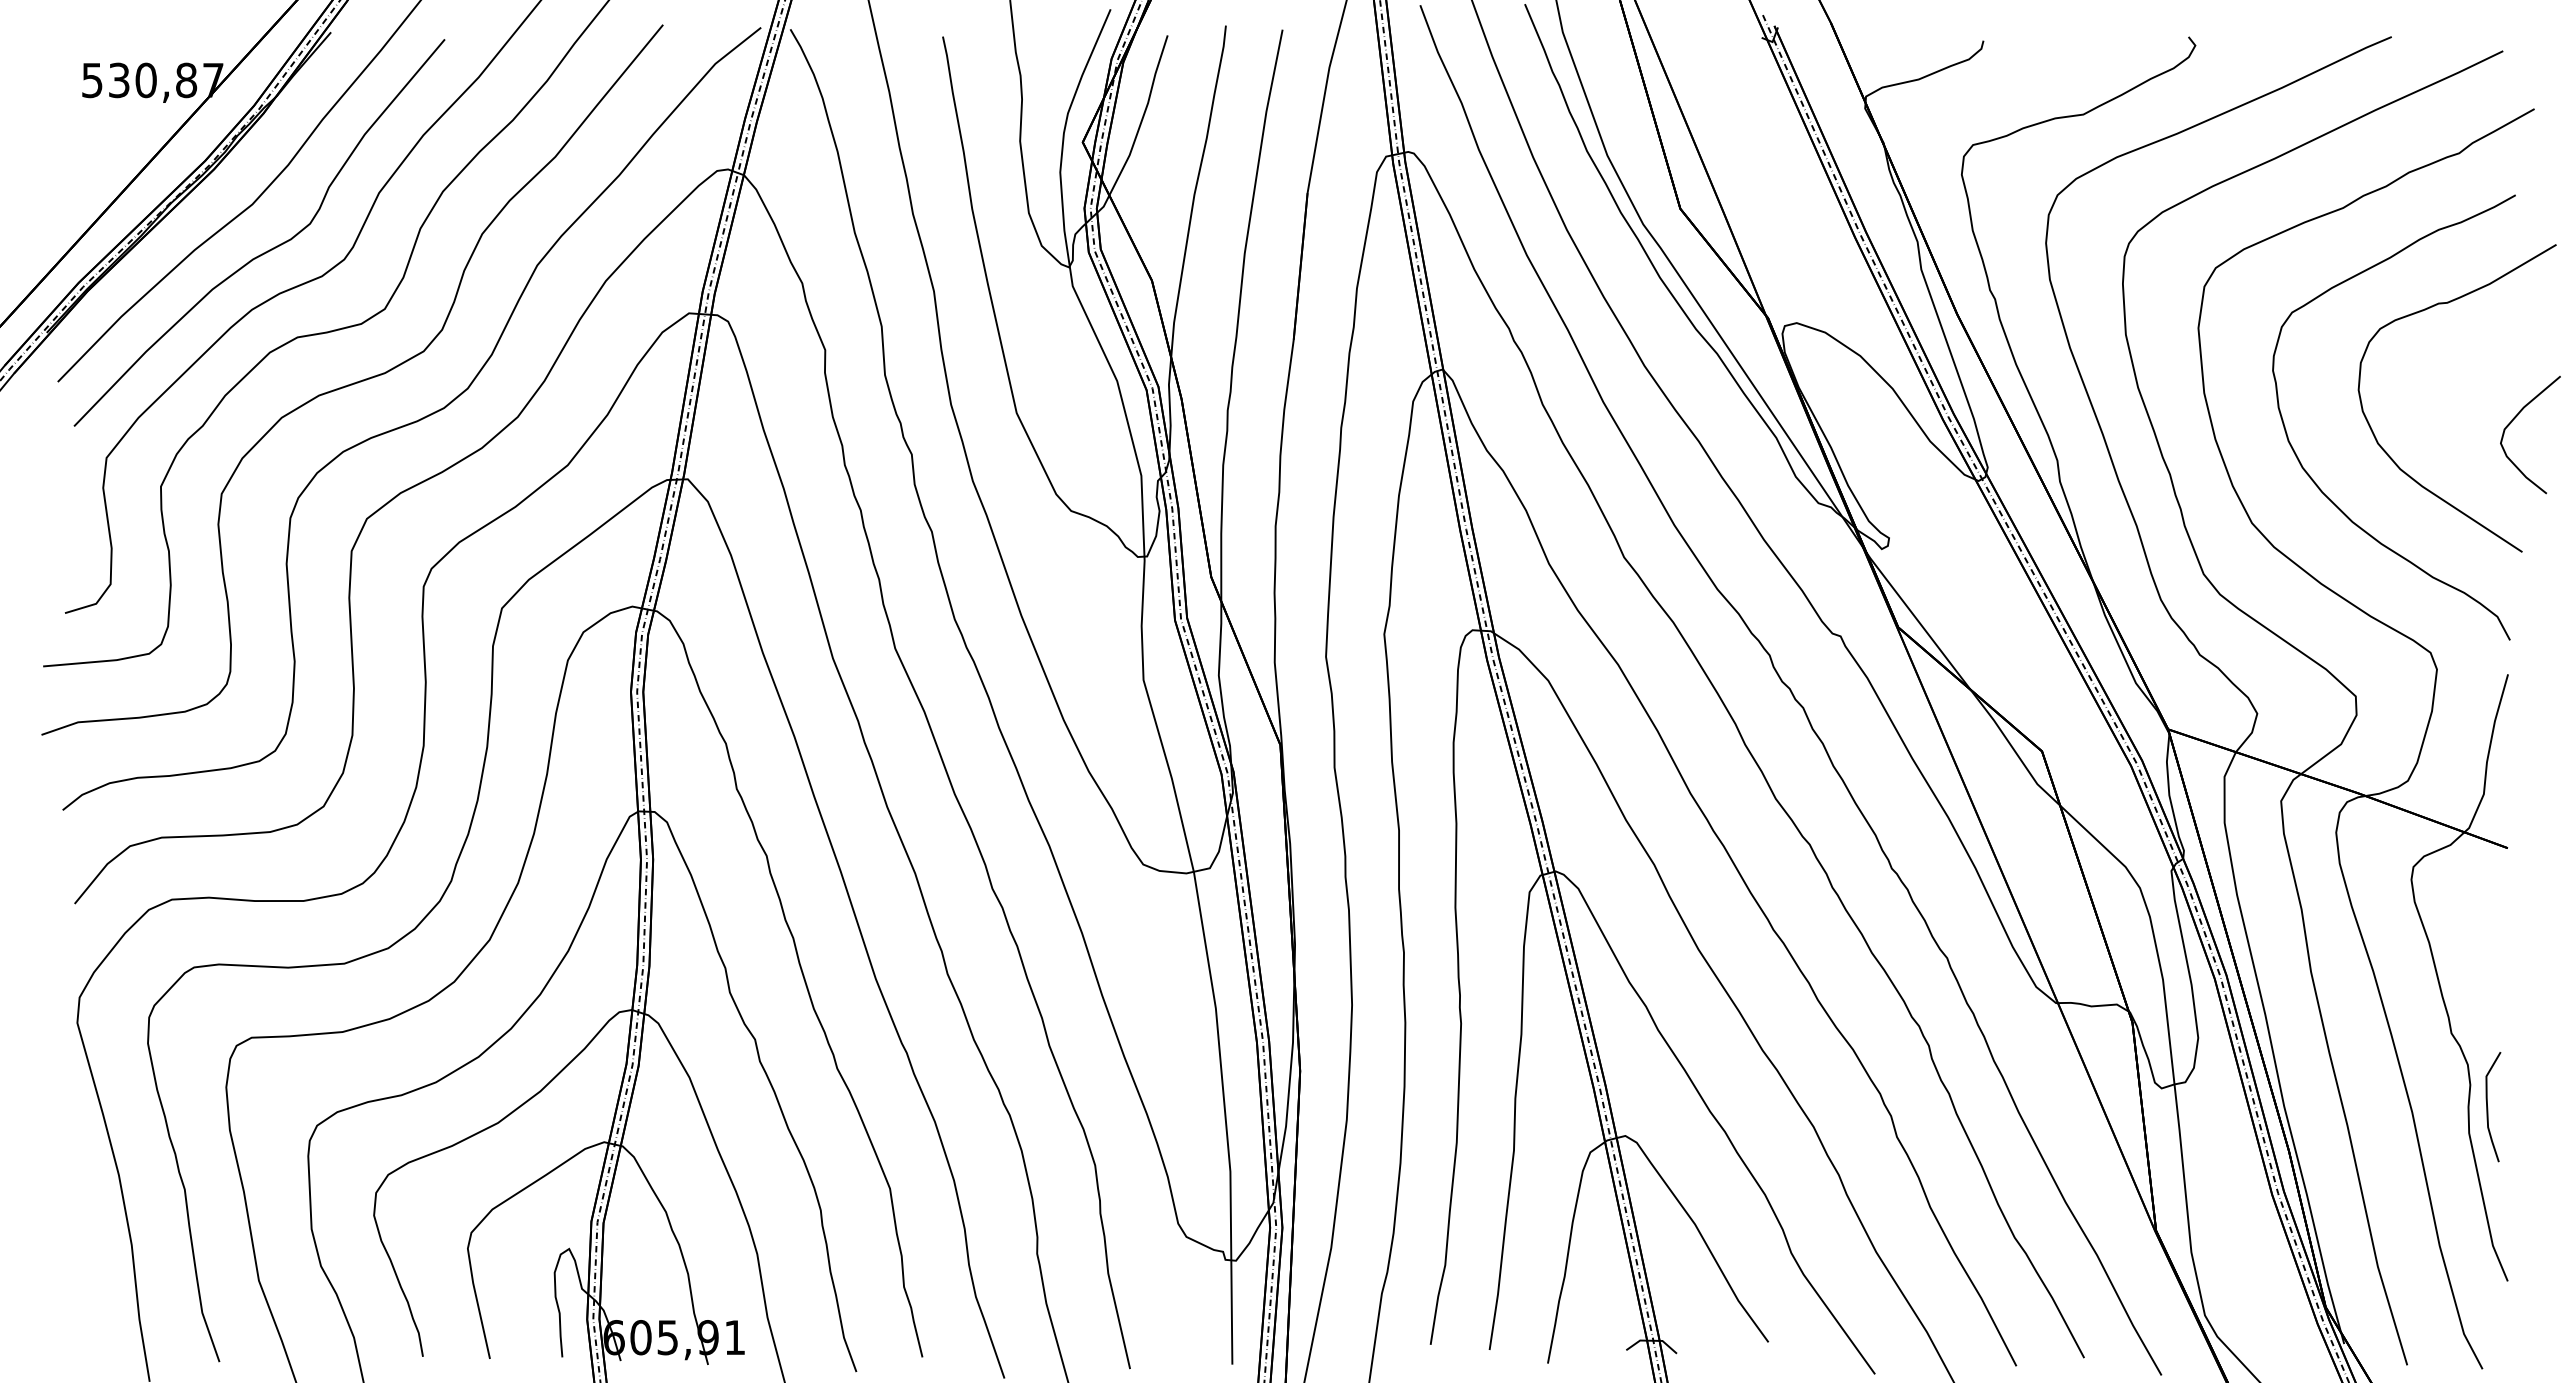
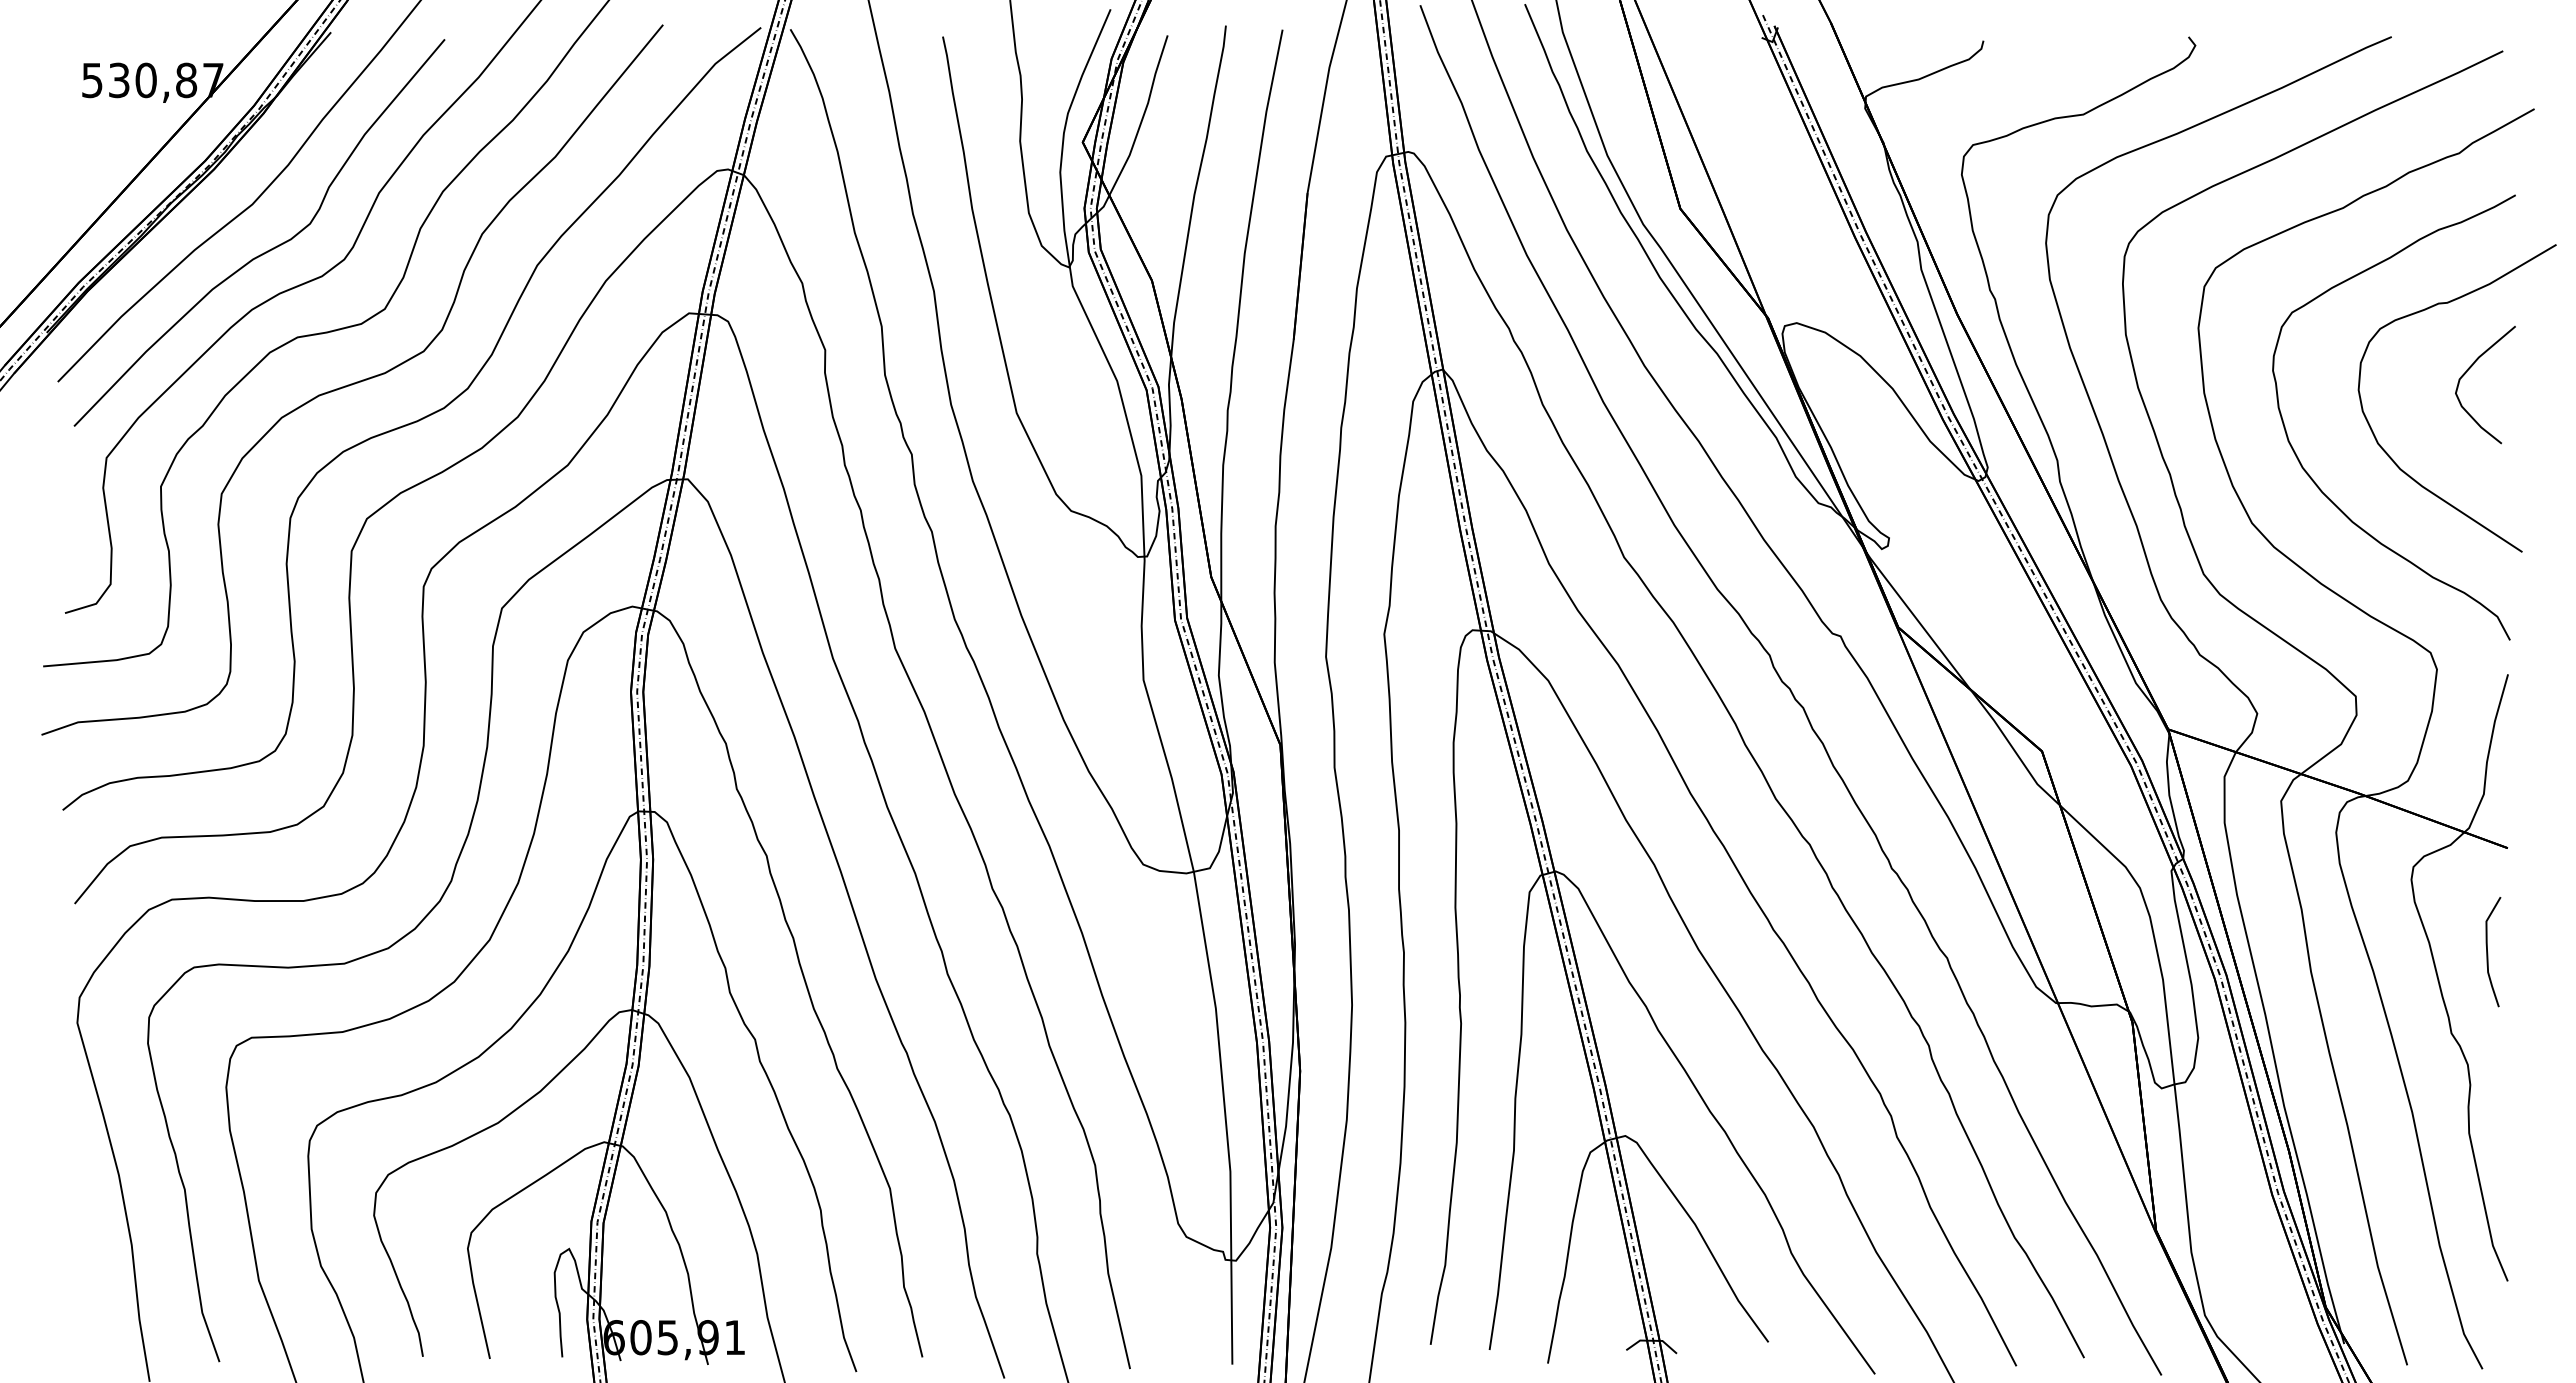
curve at (2511, 423) position: (2511, 423) -> (2466, 373)
curve at (2488, 1107) position: (2488, 1107) -> (2488, 952)
